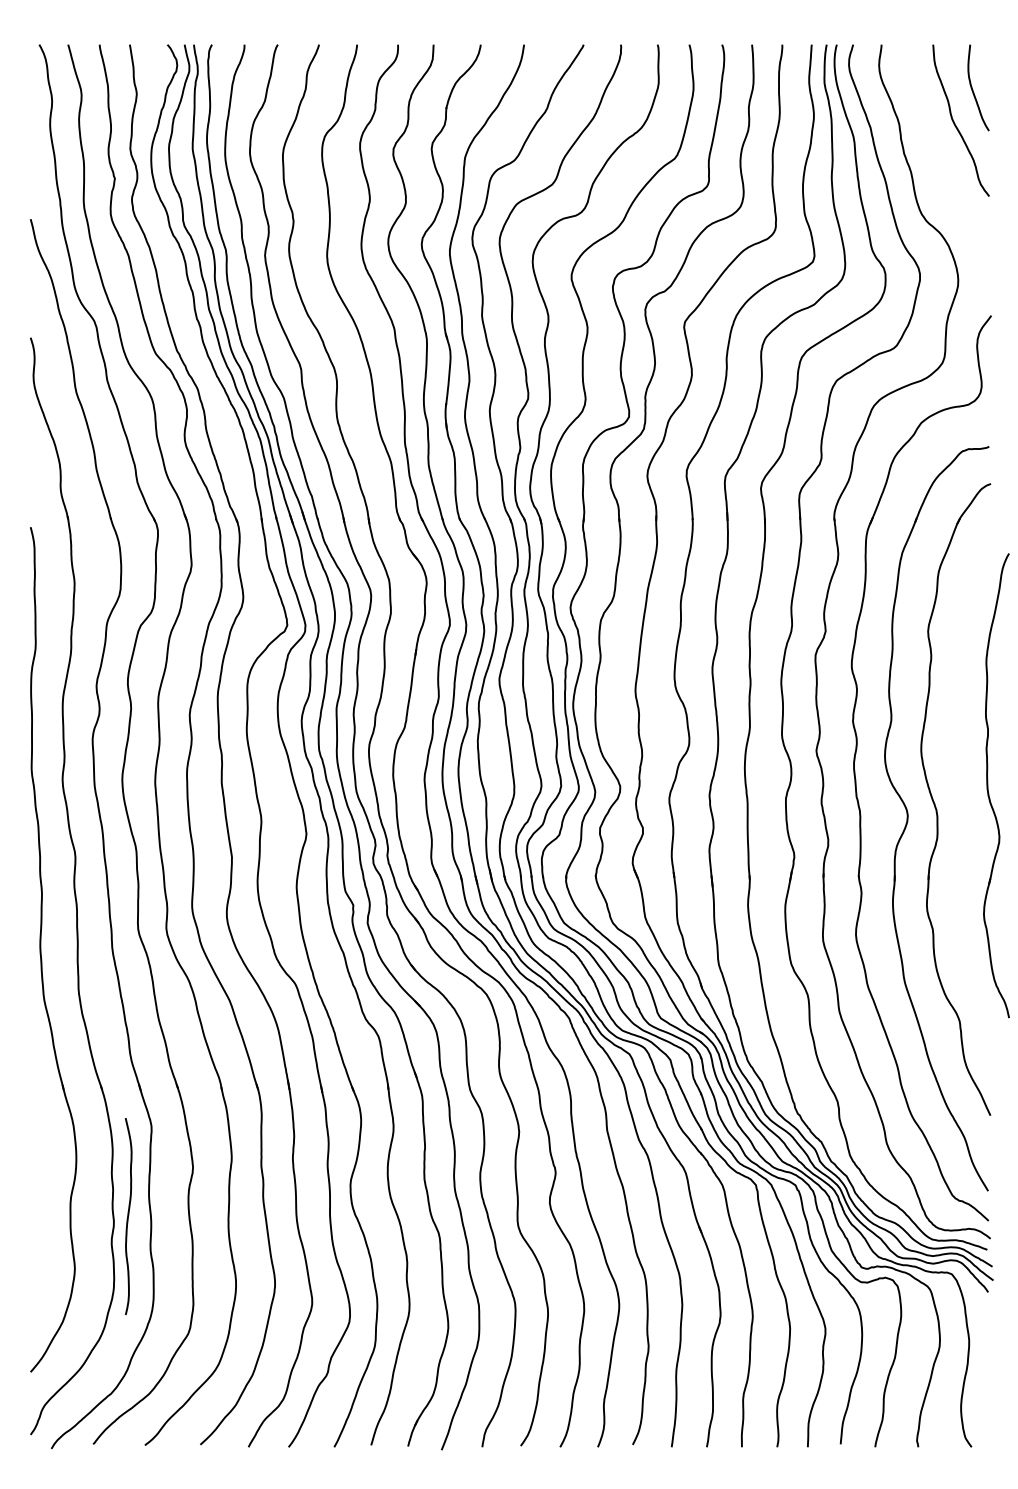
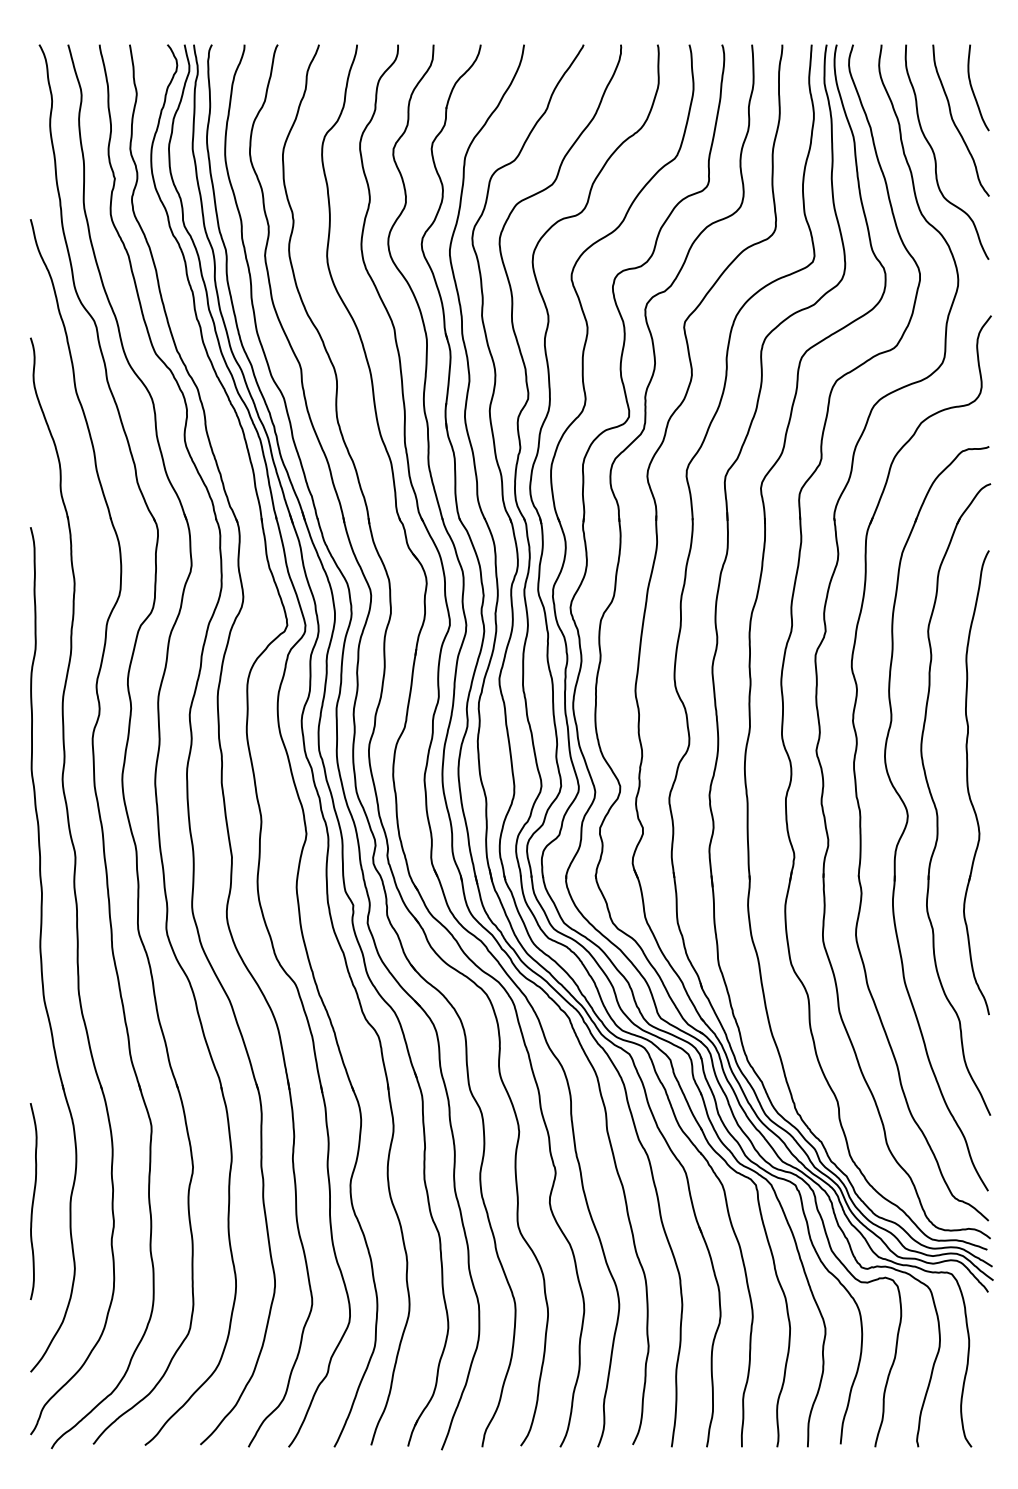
curve at (935, 154): none -> present
part at (988, 785) position: (988, 785) -> (968, 782)
curve at (128, 1216) position: (128, 1216) -> (33, 1201)
